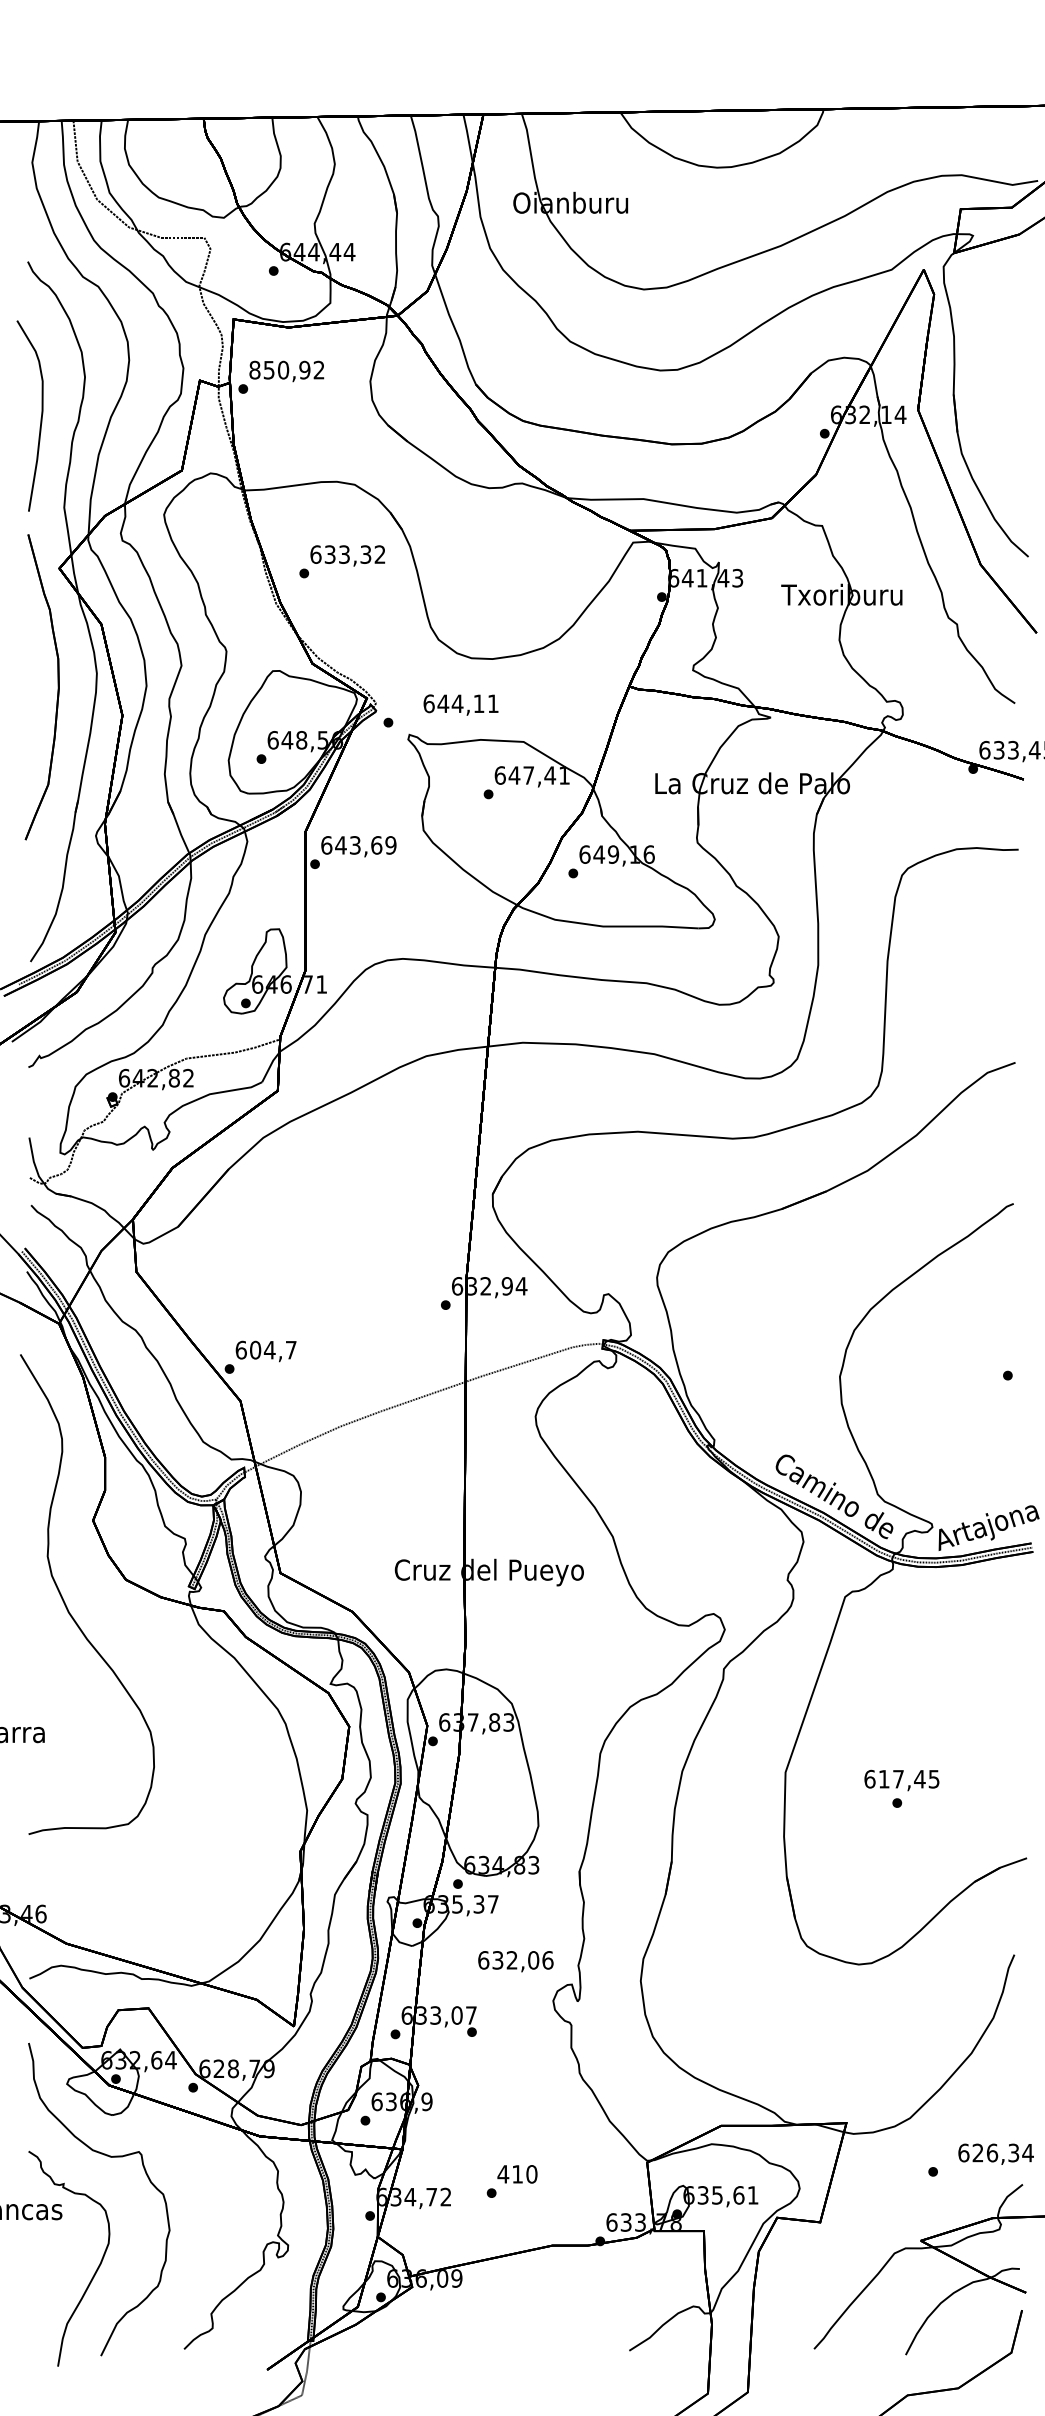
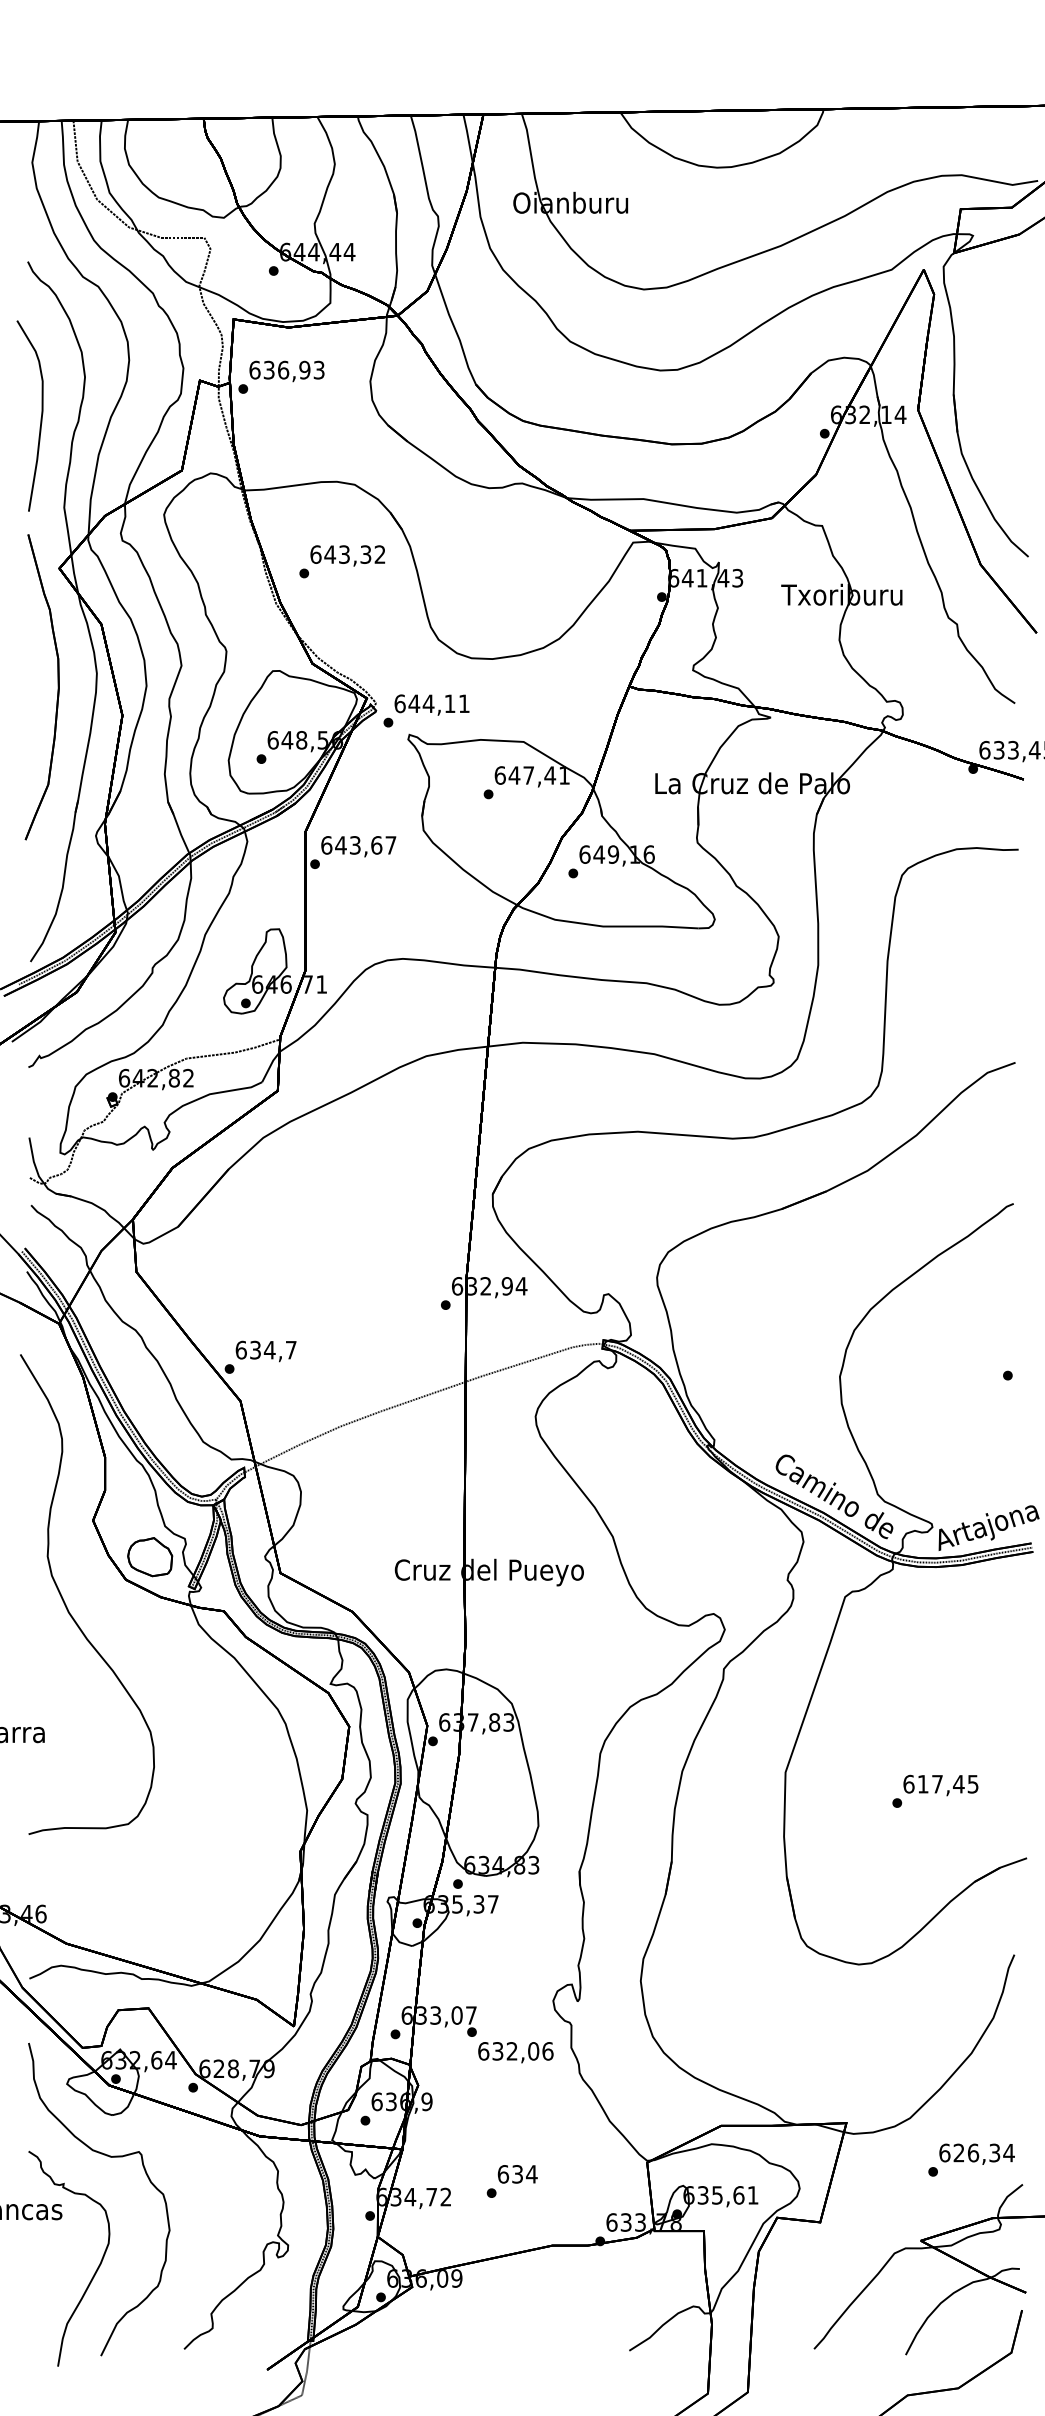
text at (286, 369): 850,92 -> 636,93
text at (330, 554): 633,32 -> 643,32
text at (460, 704) position: (460, 704) -> (431, 704)
text at (390, 845): 643,69 -> 643,67
text at (255, 1349): 604,7 -> 634,7
part at (150, 1557): none -> present
text at (901, 1780) position: (901, 1780) -> (940, 1785)
text at (515, 1961) position: (515, 1961) -> (515, 2052)
text at (995, 2153) position: (995, 2153) -> (976, 2153)
text at (517, 2174): 410 -> 634
